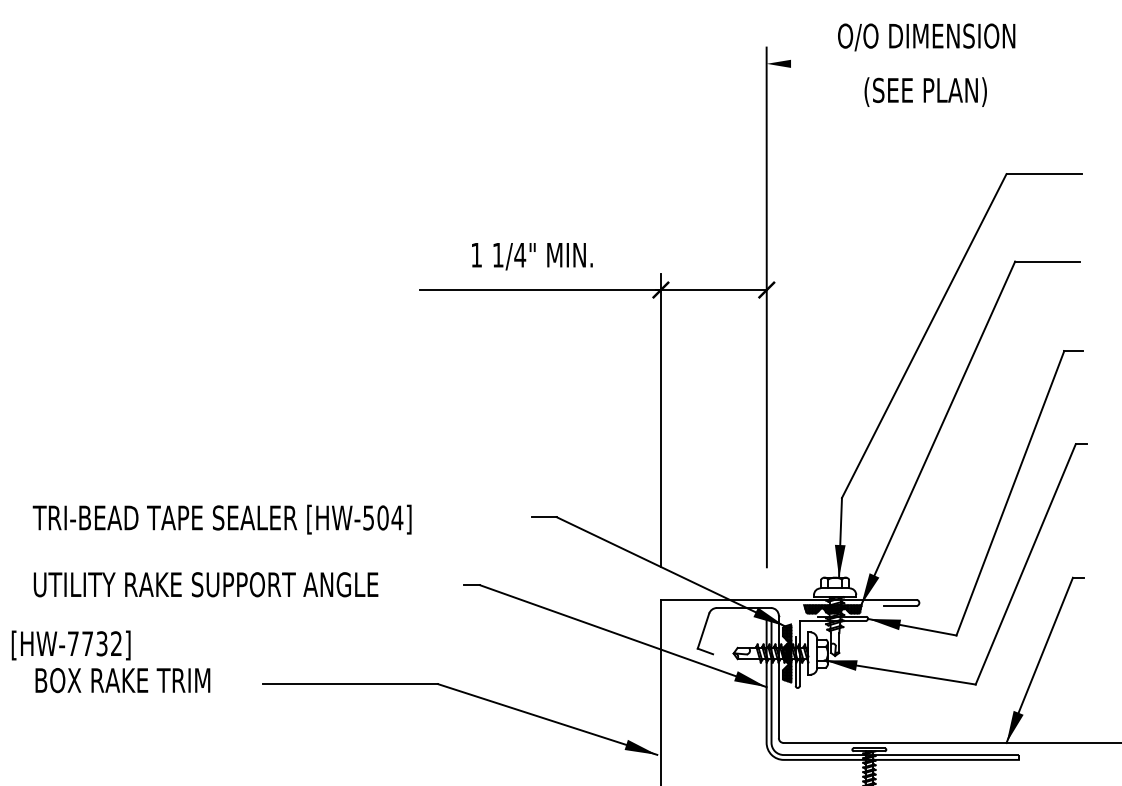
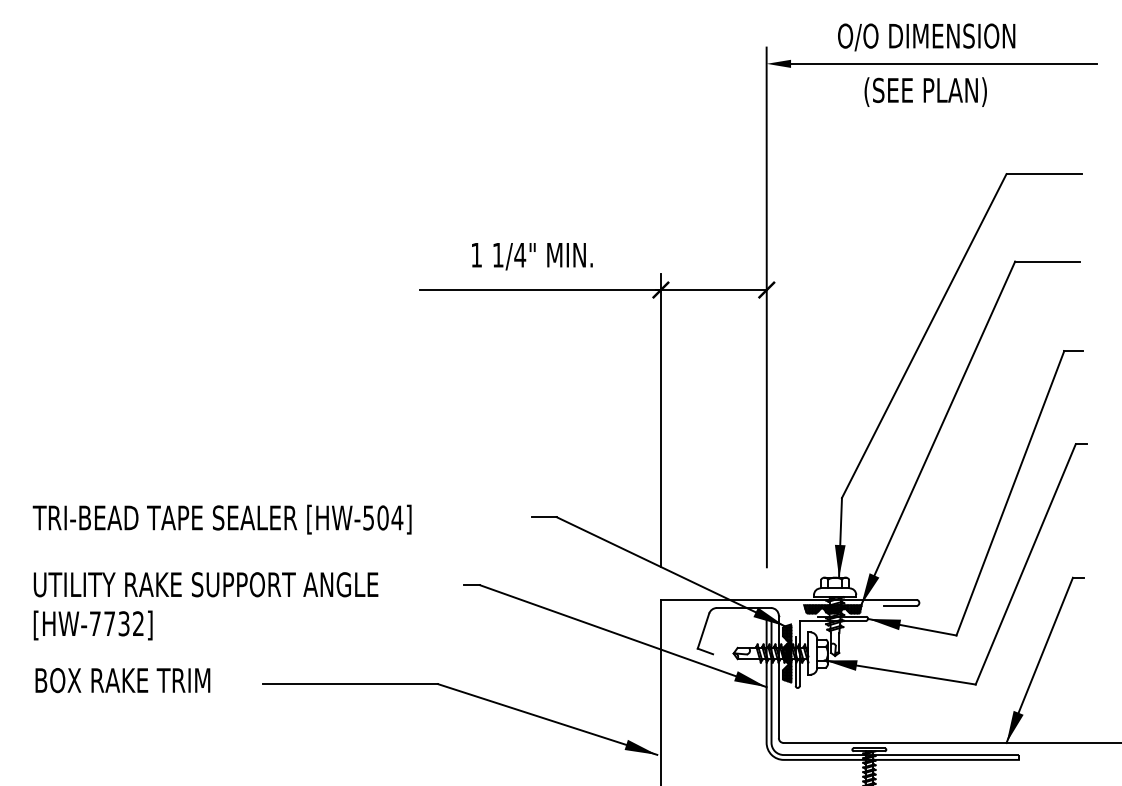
line at (943, 63): none -> present
text at (70, 645) position: (70, 645) -> (92, 625)
